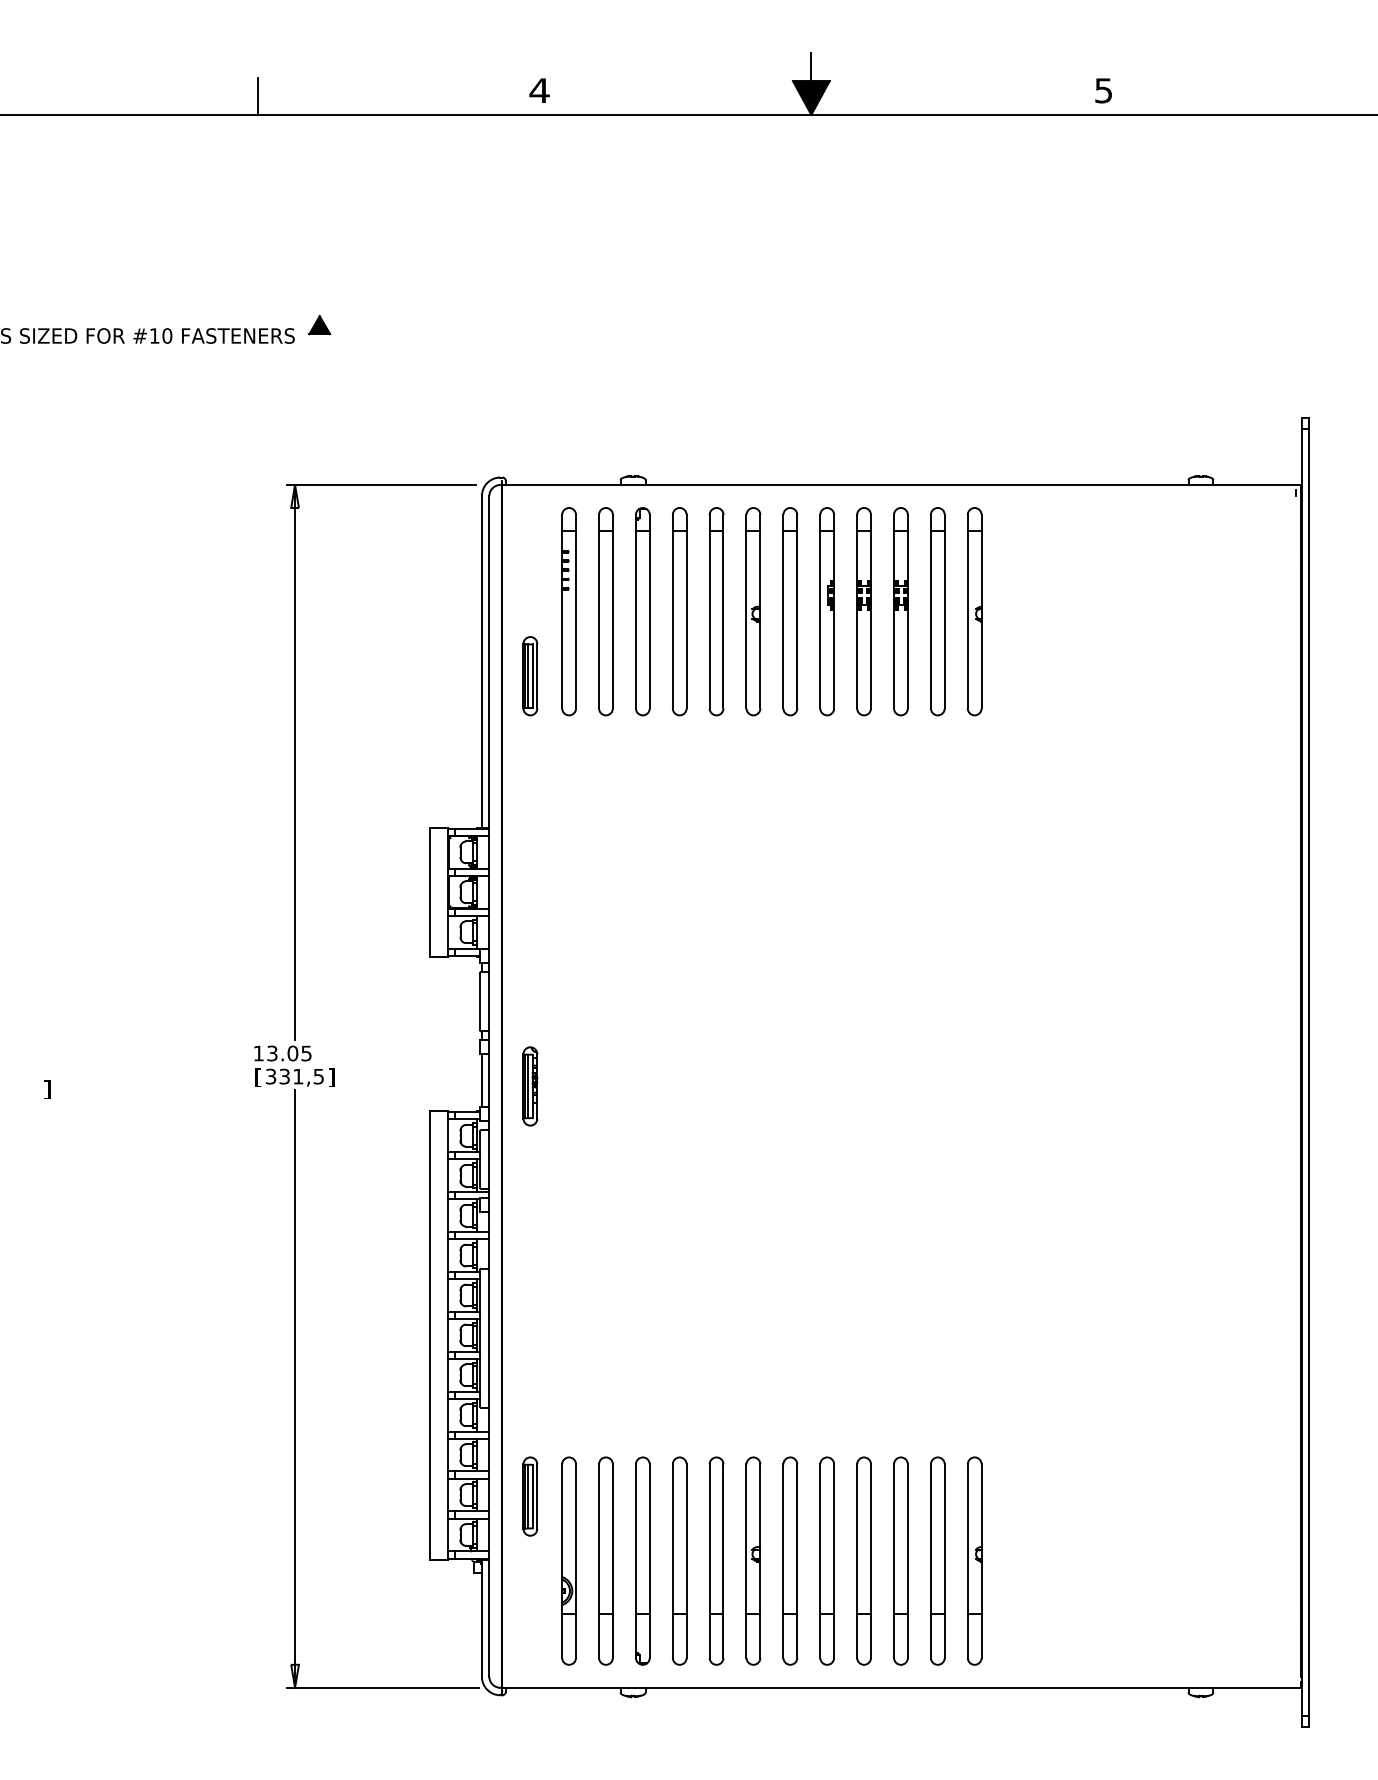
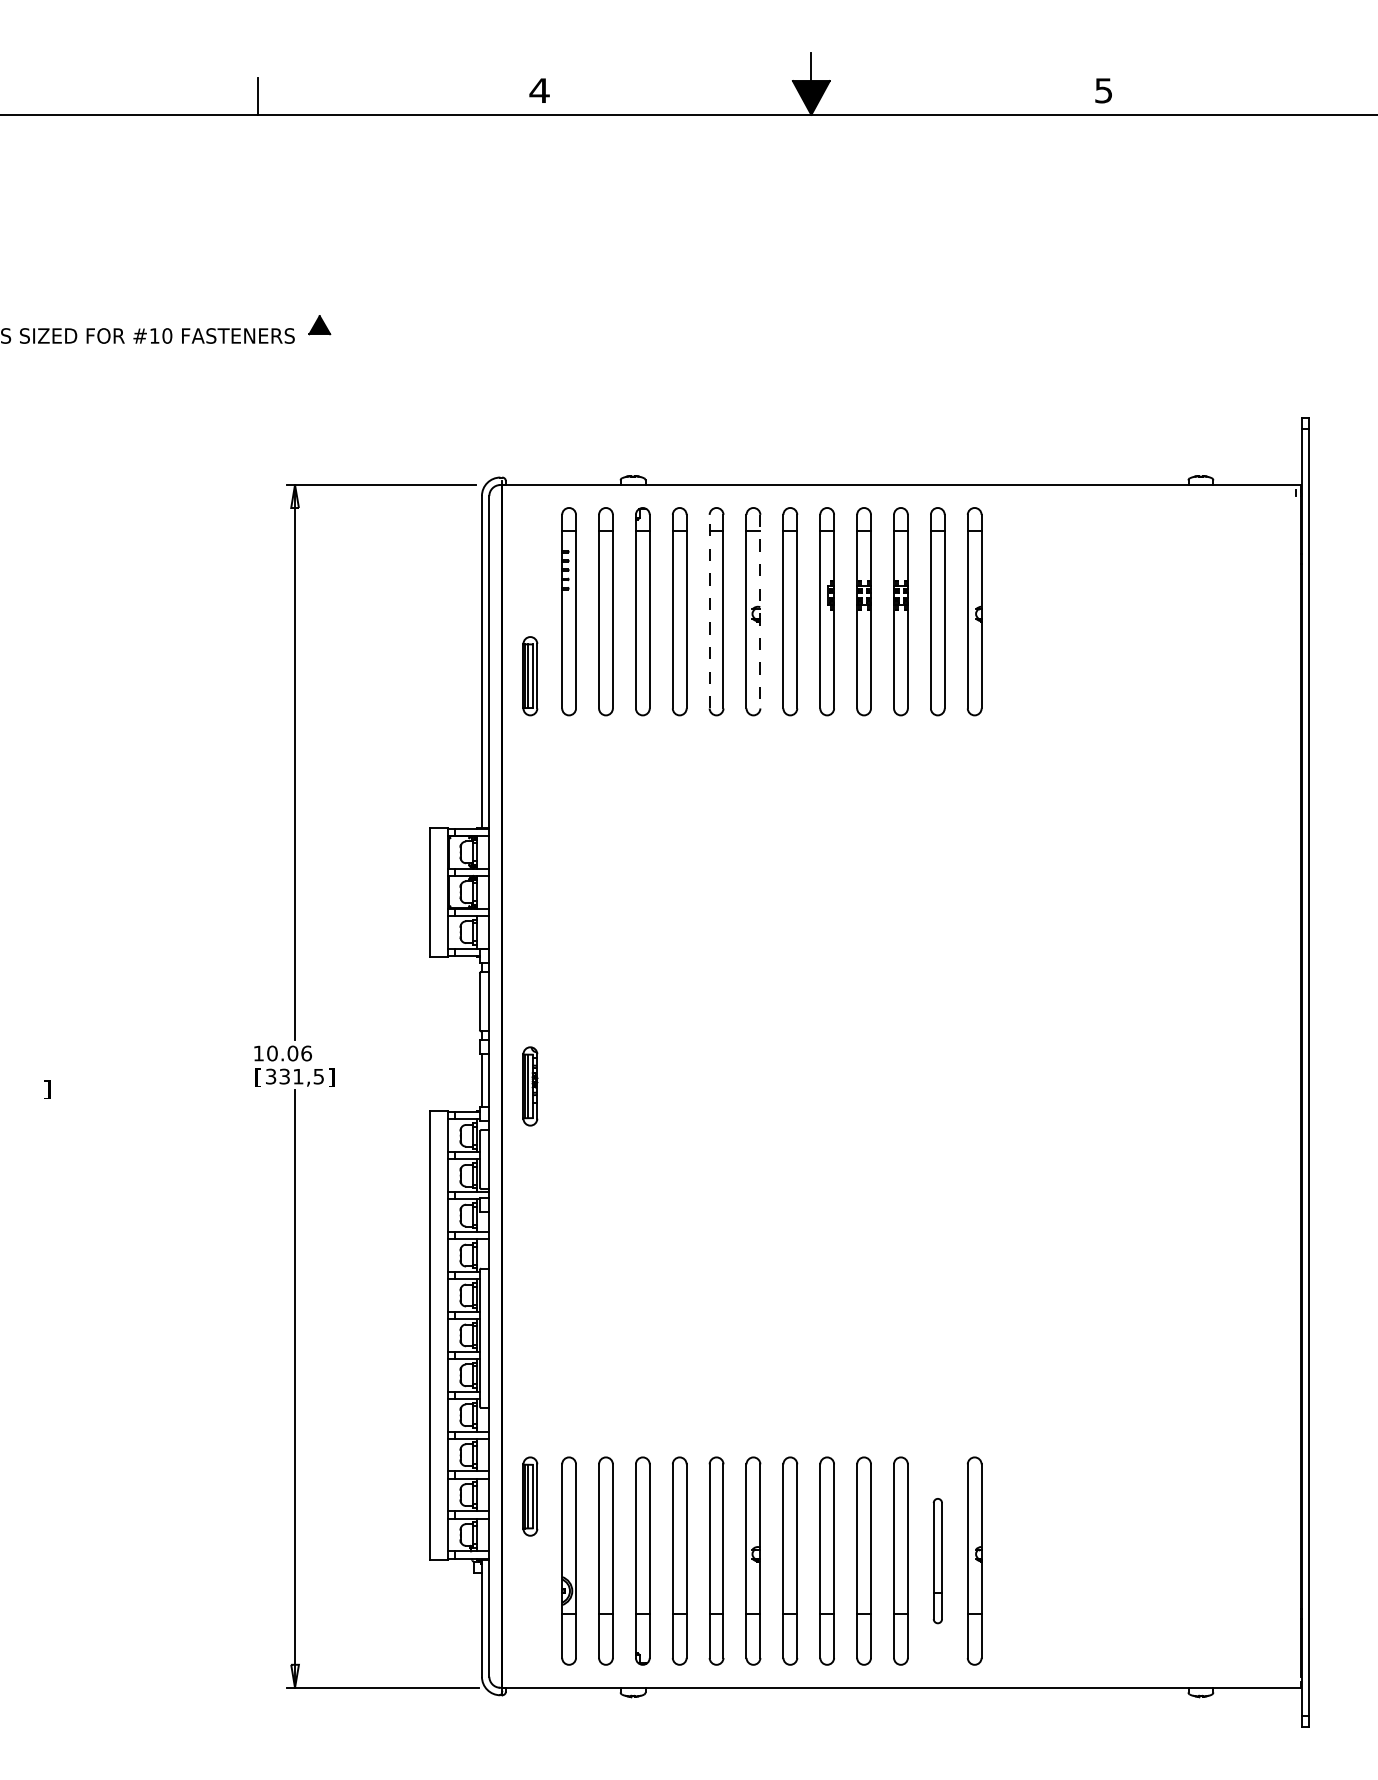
line at (709, 611): solid -> dashed
line at (760, 611): solid -> dashed
text at (289, 1053): 13.05 -> 10.06
part at (937, 1560) size: 16x210 px -> 11x127 px
